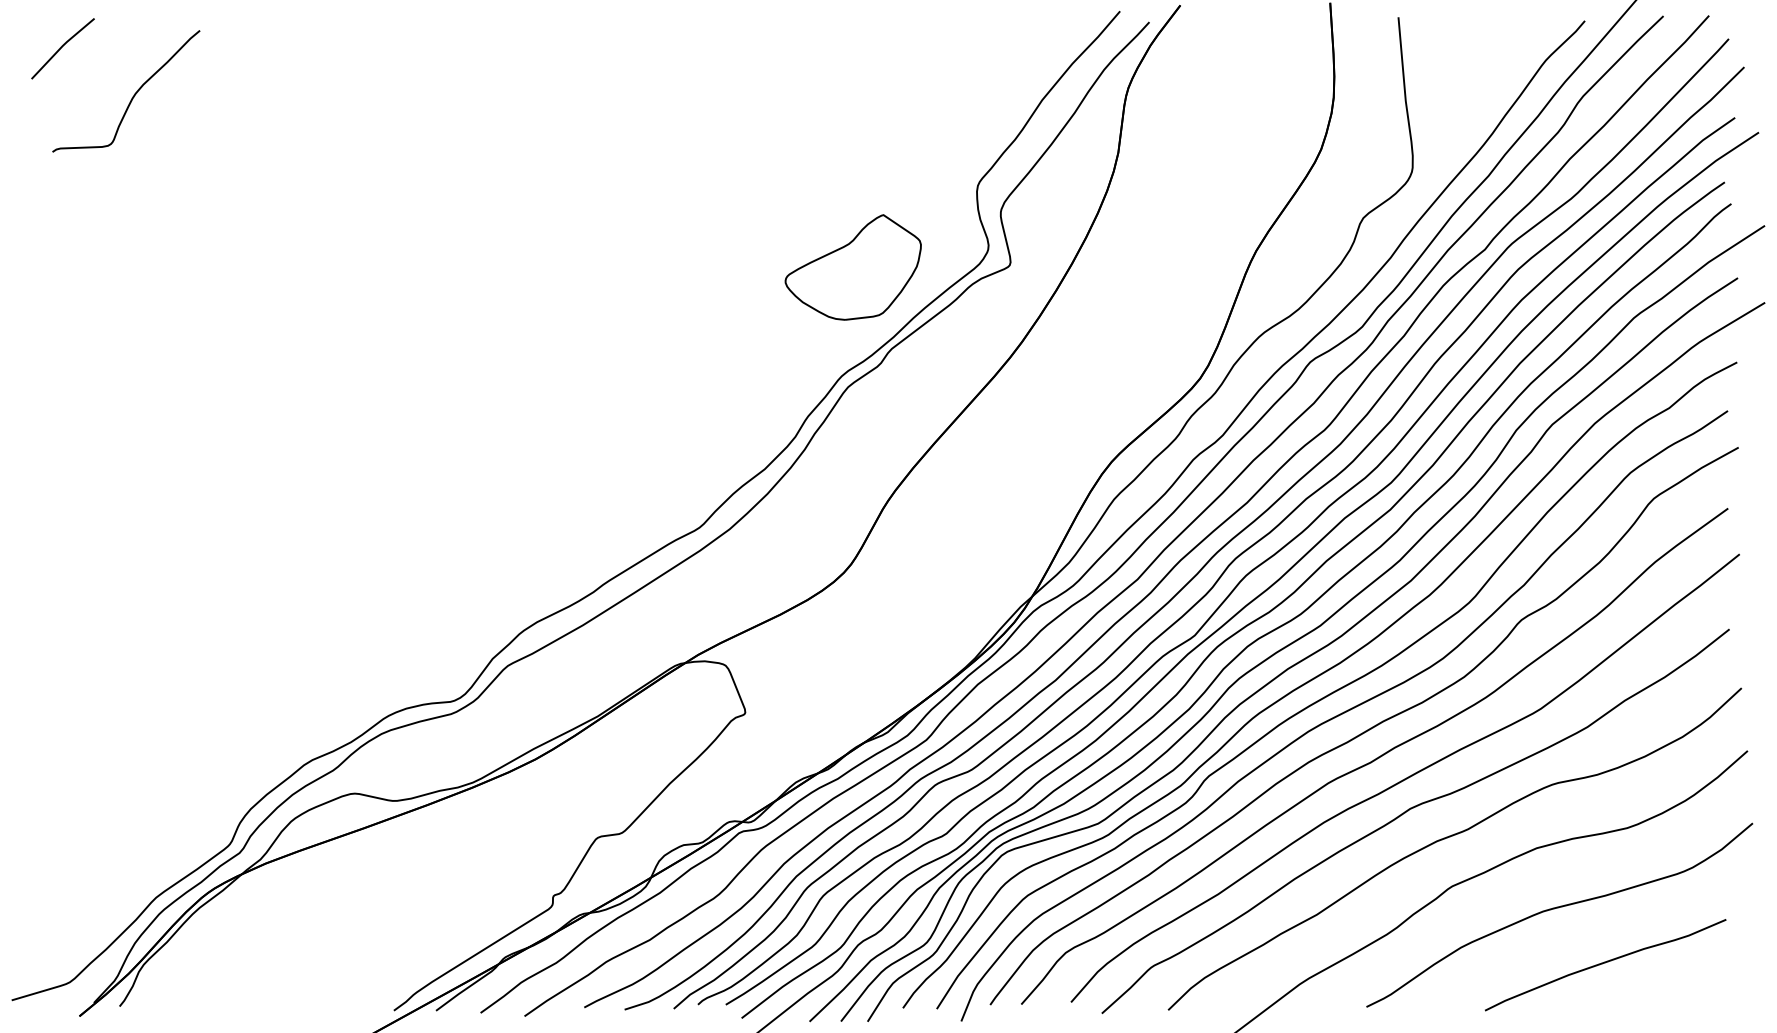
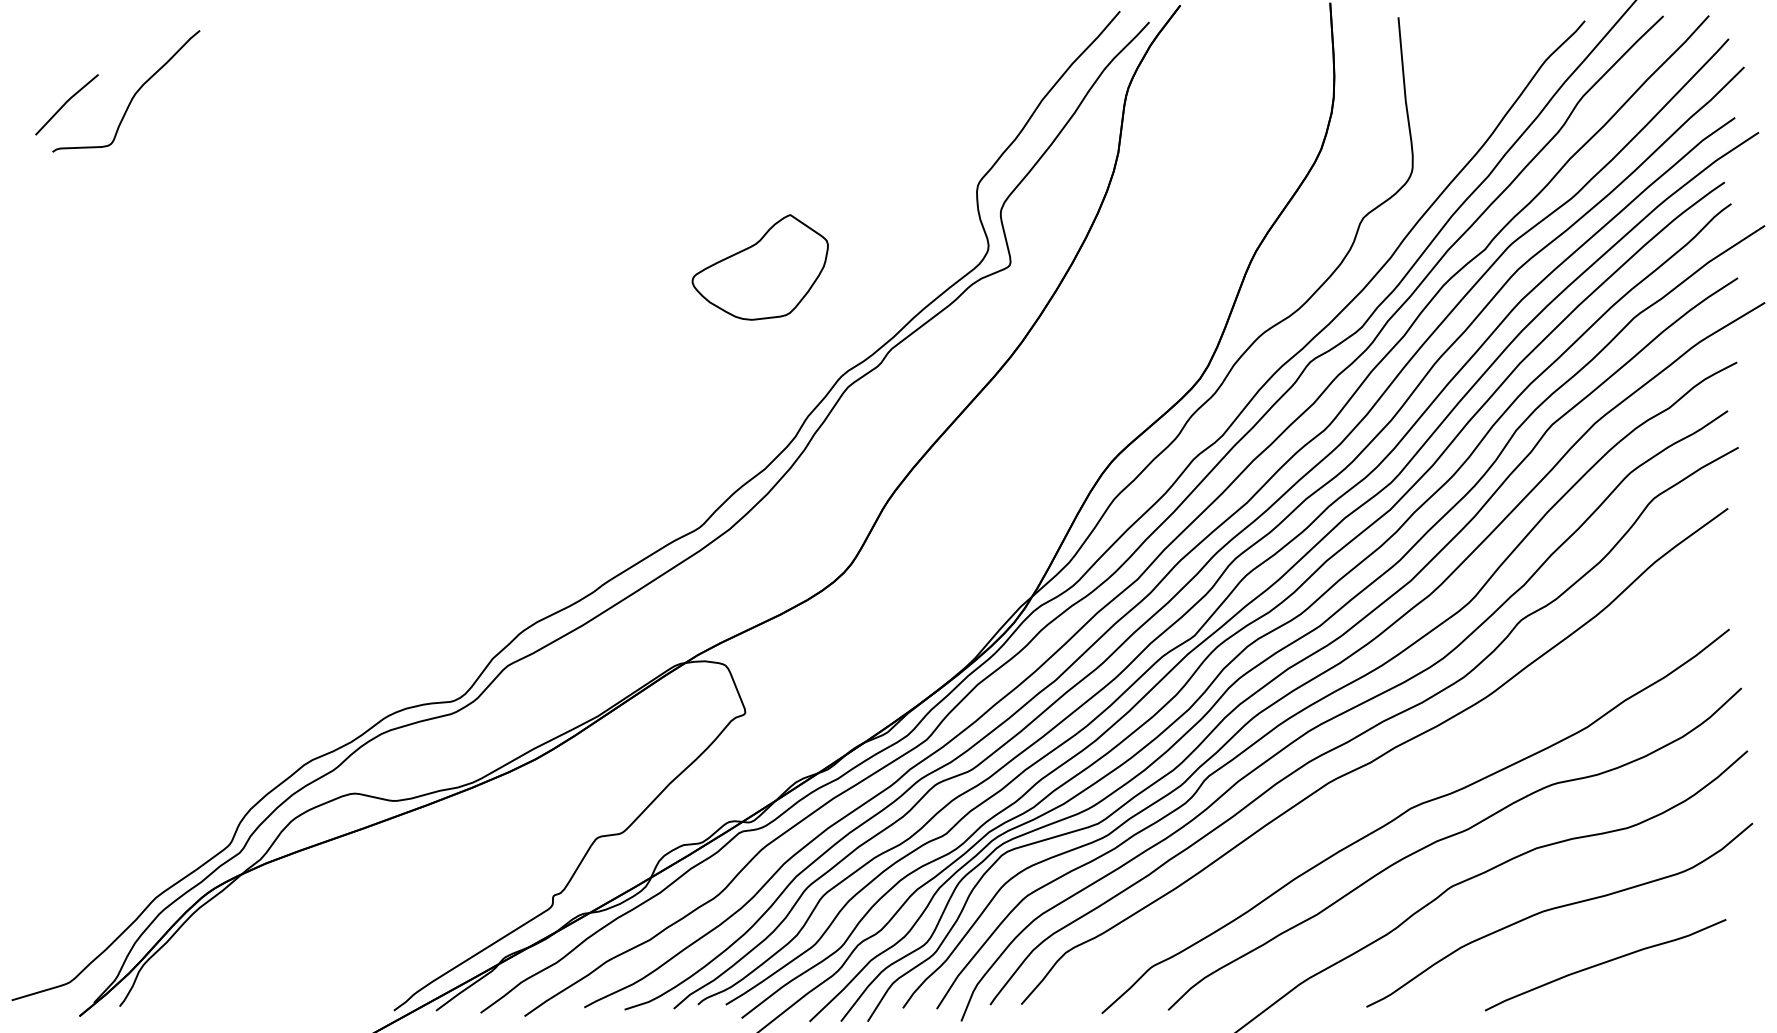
line at (62, 47) position: (62, 47) -> (66, 103)
part at (852, 267) position: (852, 267) -> (759, 267)
curve at (1404, 778): present -> none
